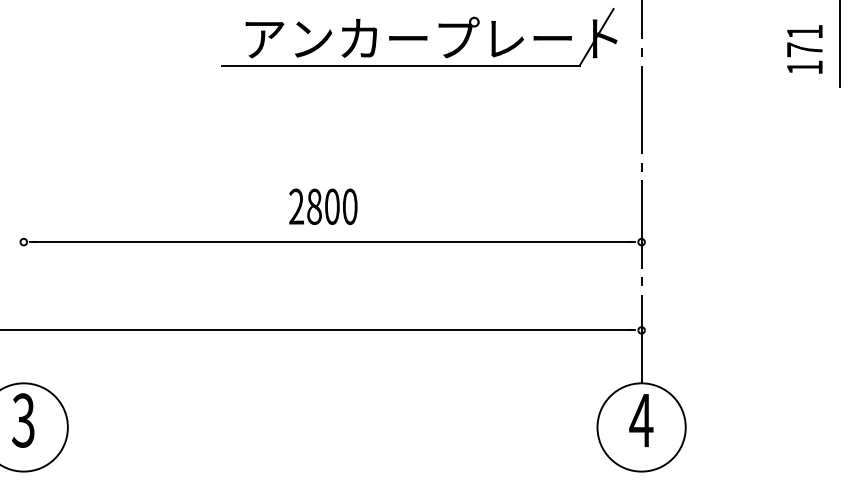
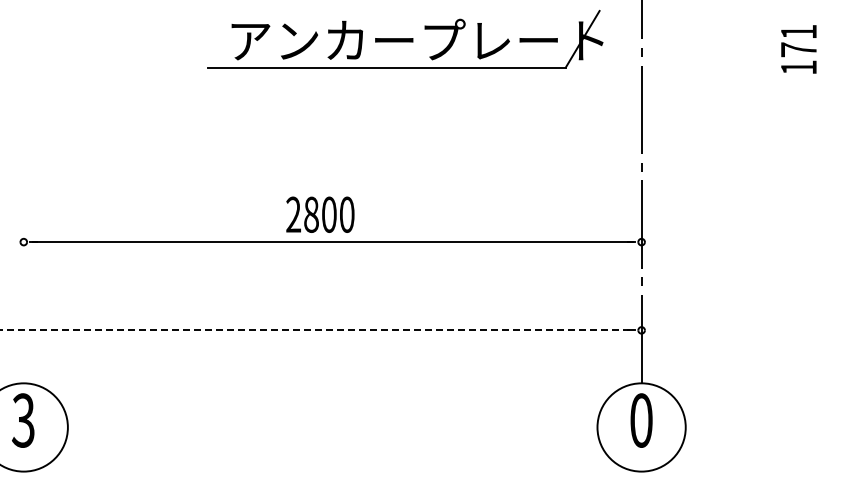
part at (419, 36) position: (419, 36) -> (405, 38)
line at (840, 44): present -> none
text at (804, 49) position: (804, 49) -> (798, 49)
text at (323, 206) position: (323, 206) -> (320, 214)
line at (316, 330): solid -> dashed
text at (641, 420): 4 -> 0
